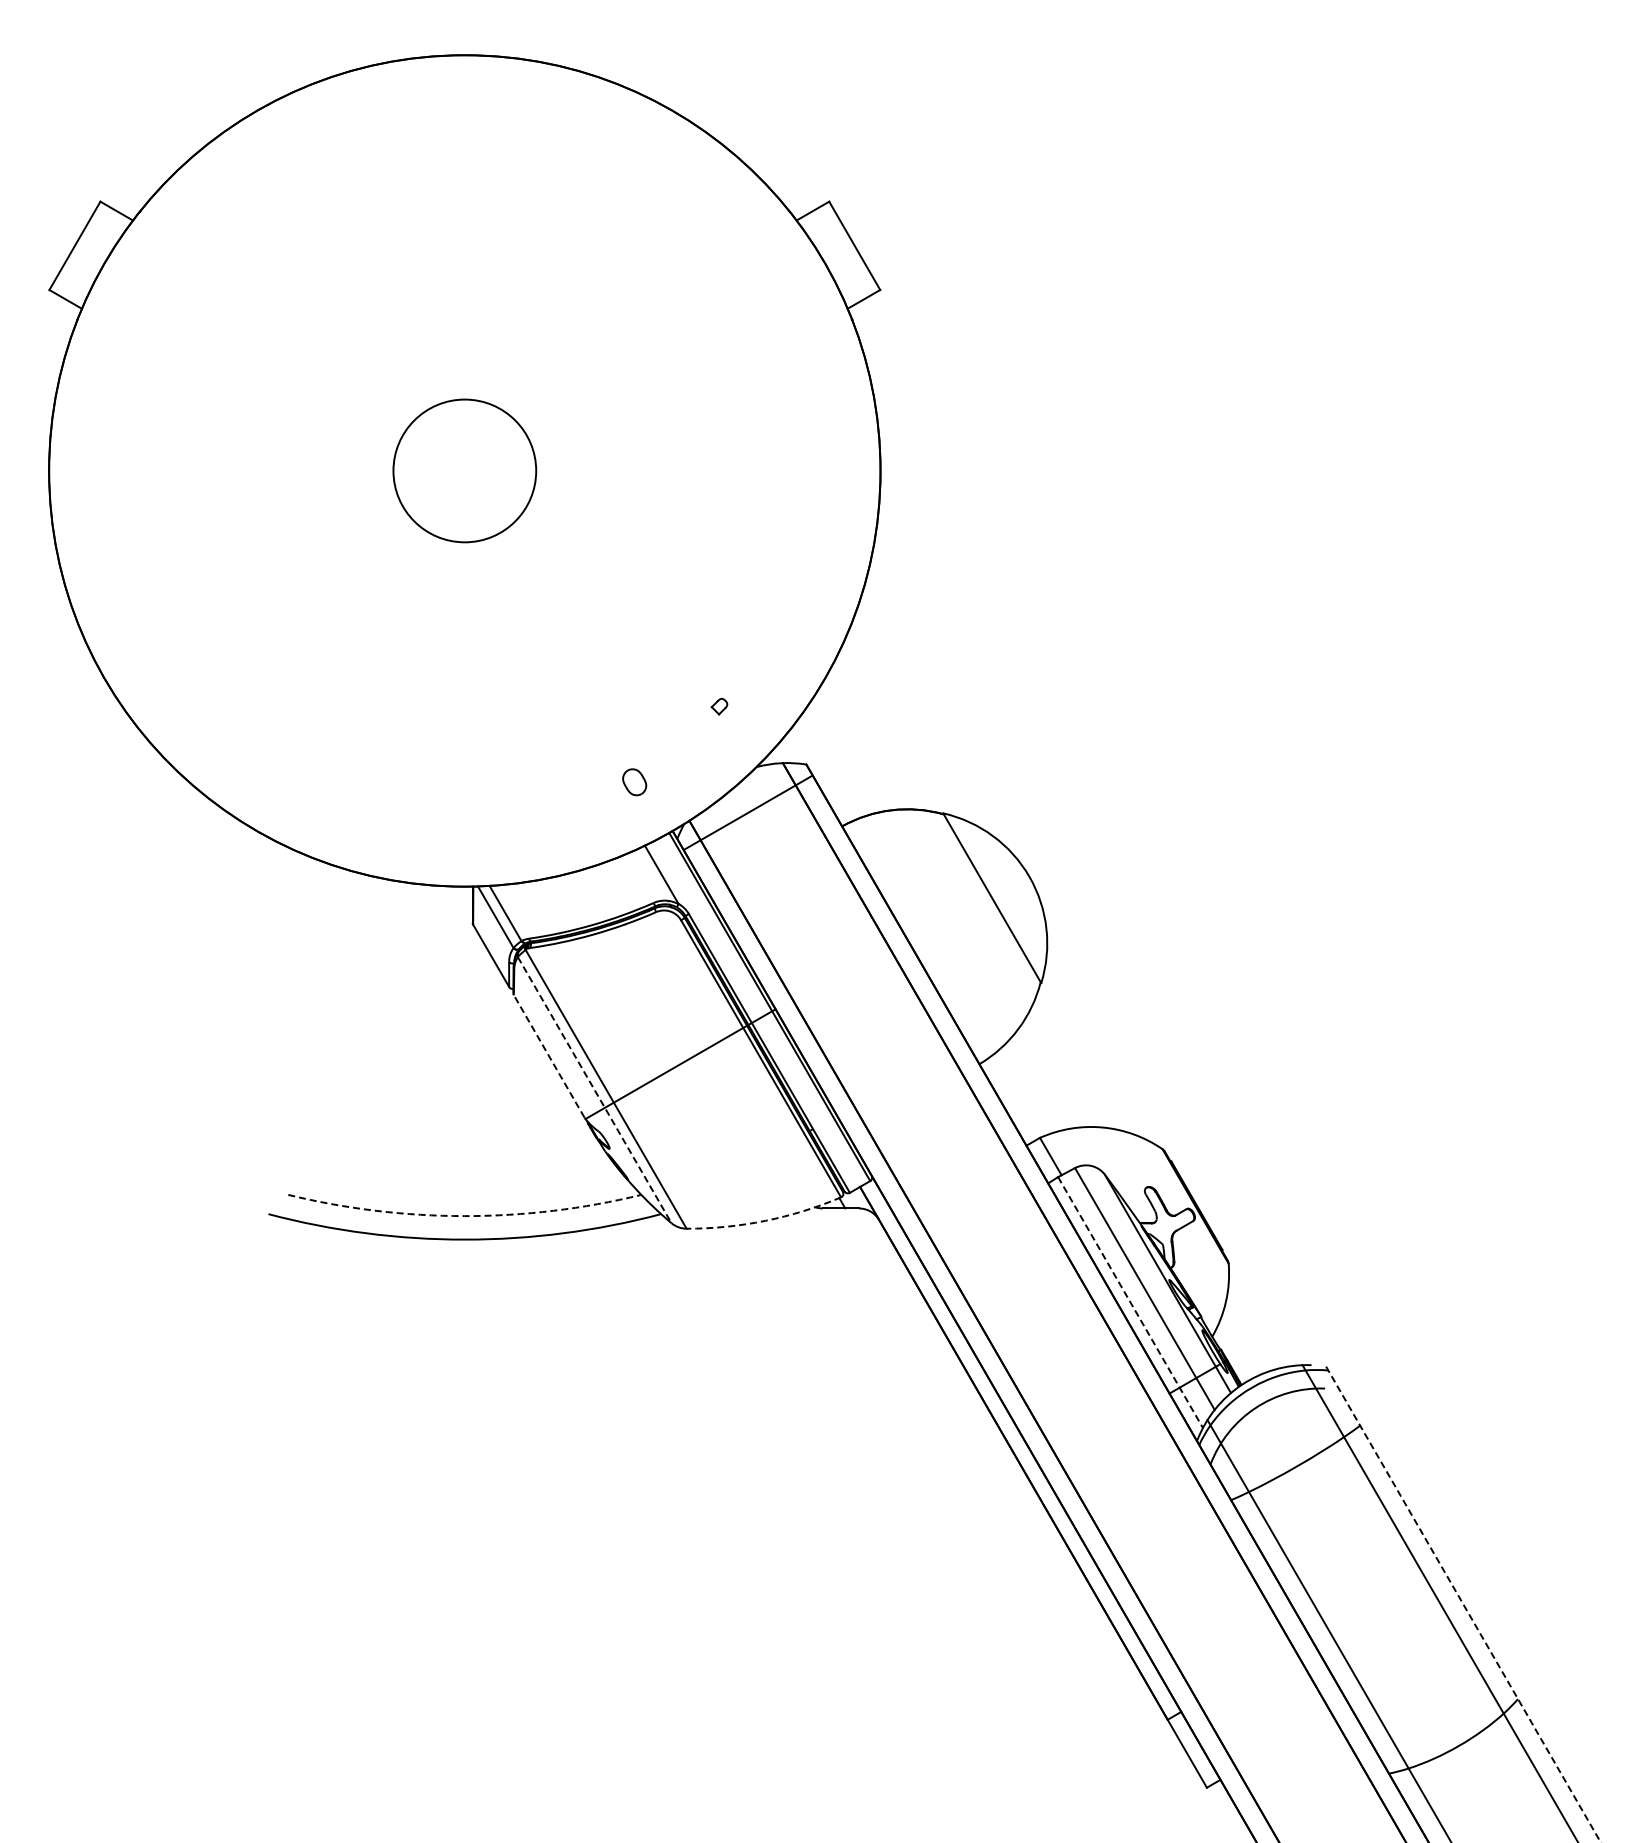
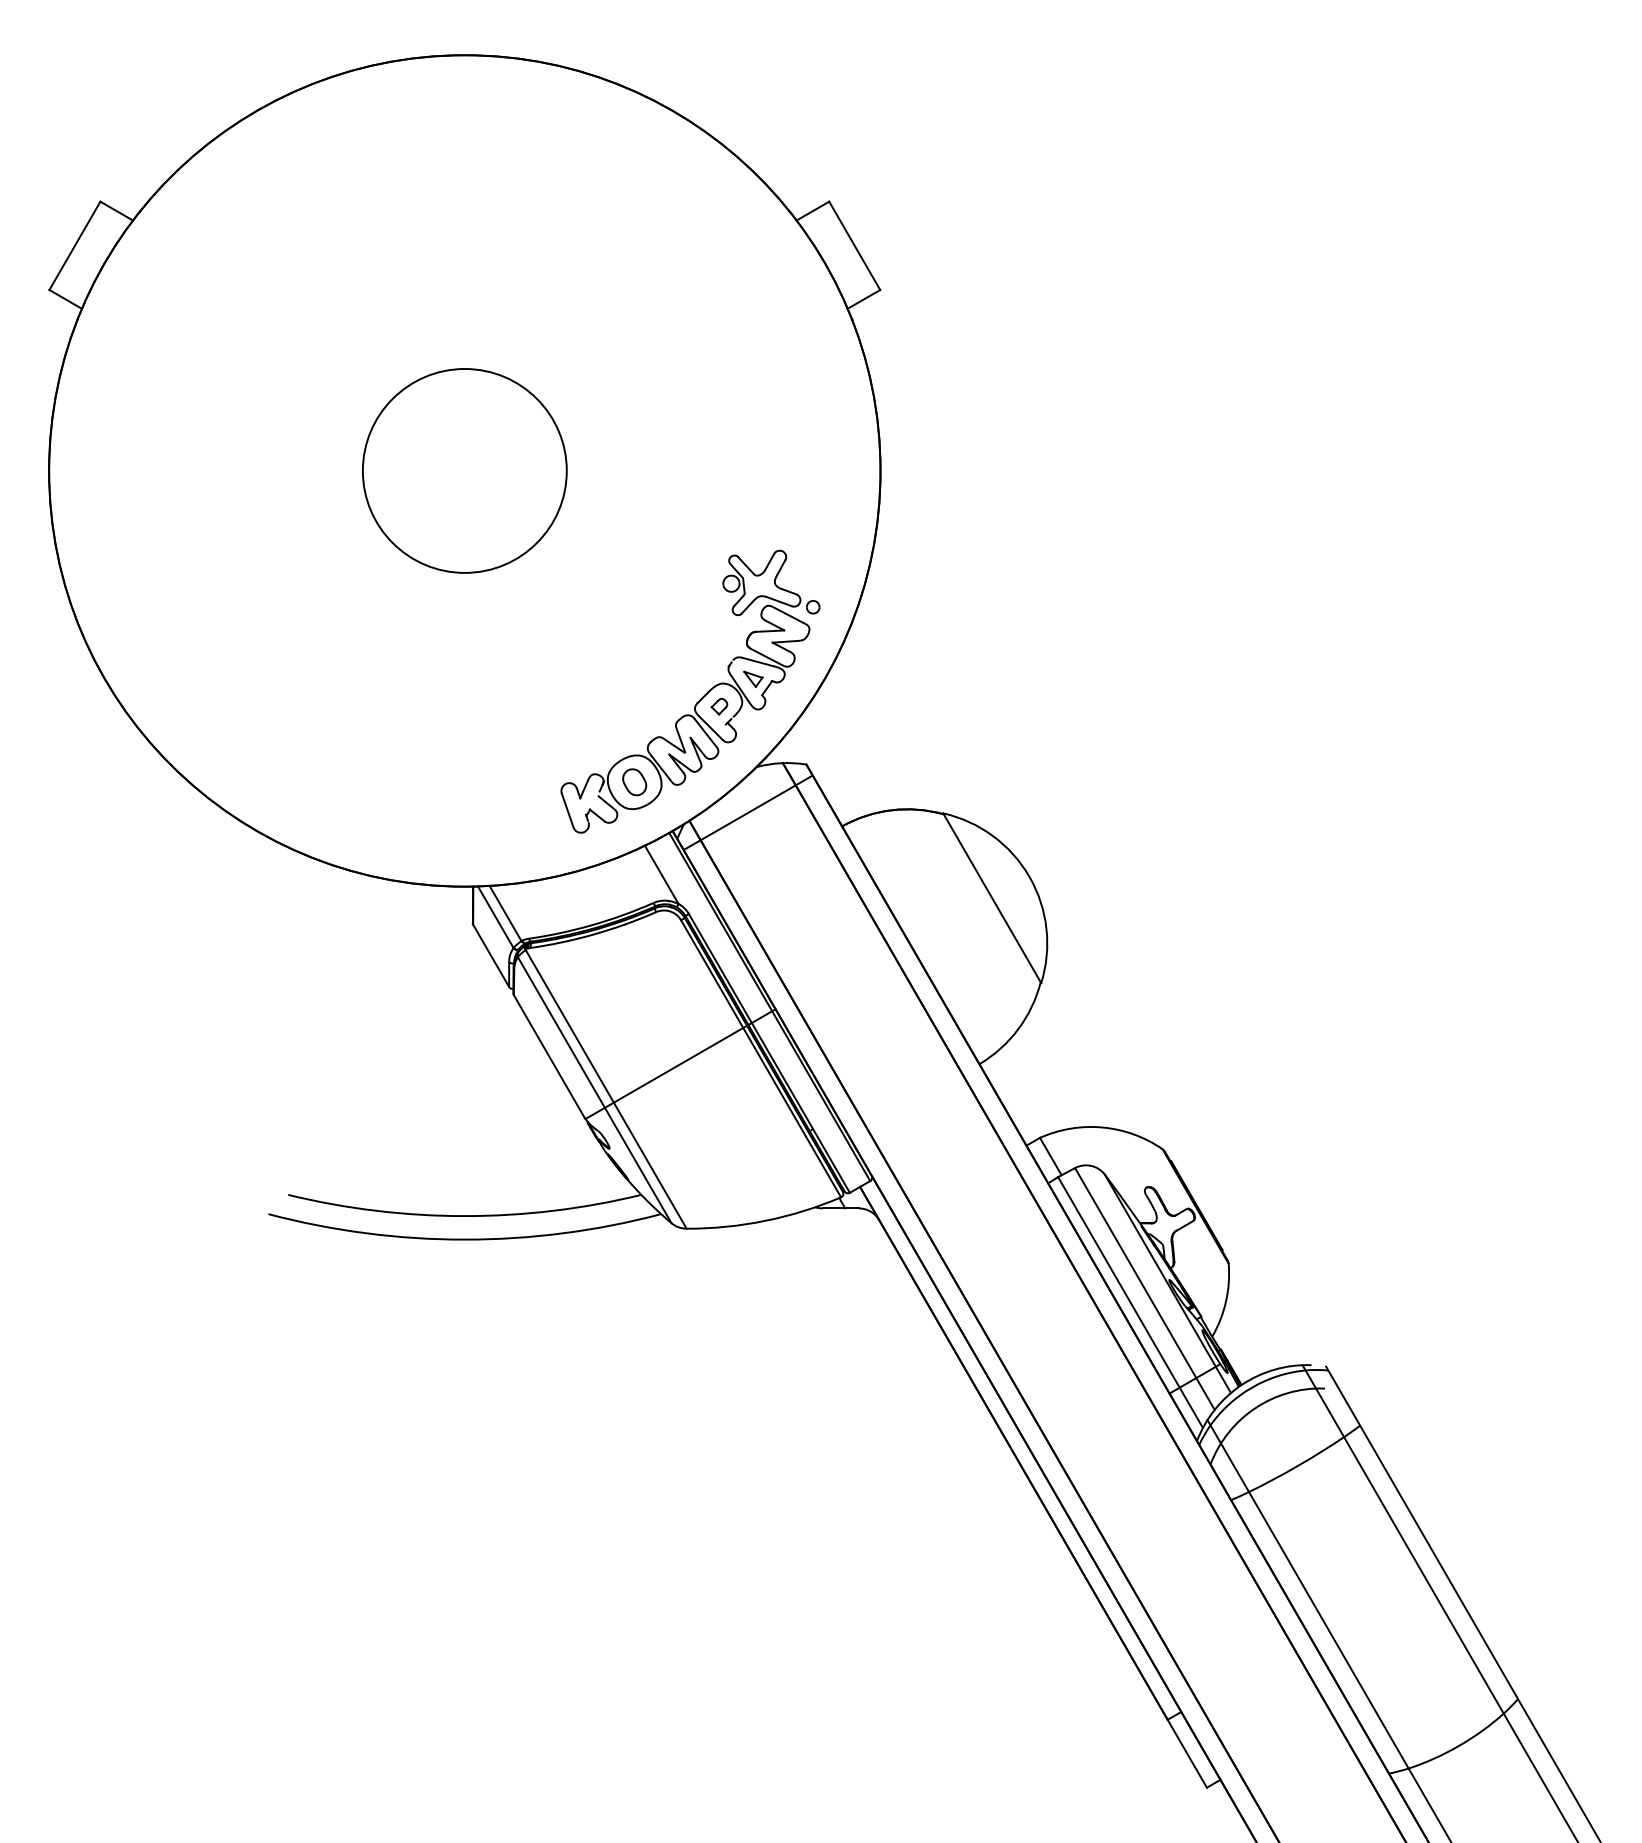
circle at (464, 470) diameter: 143 px -> 204 px
part at (699, 699): none -> present
line at (549, 1056): dashed -> solid
line at (594, 1090): dashed -> solid
arc at (464, 1216): dashed -> solid
arc at (765, 1220): dashed -> solid
line at (1130, 1302): dashed -> solid
line at (1463, 1604): dashed -> solid
